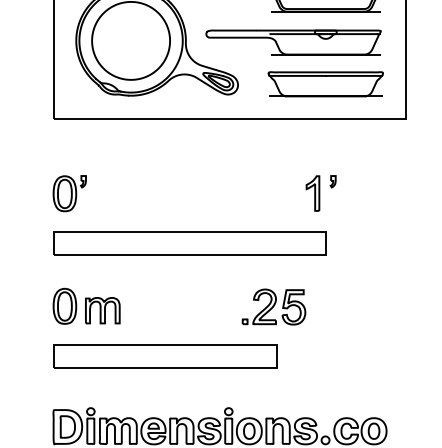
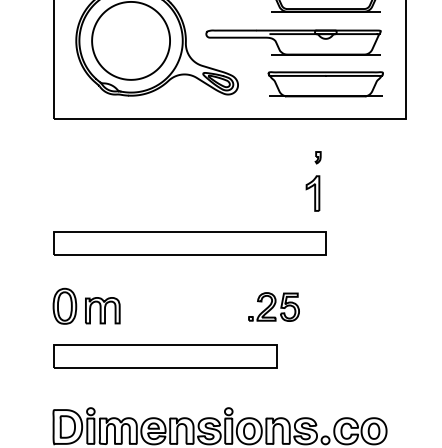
part at (332, 181) position: (332, 181) -> (317, 157)
part at (69, 193): present -> none
part at (273, 306) size: 66x38 px -> 52x30 px
